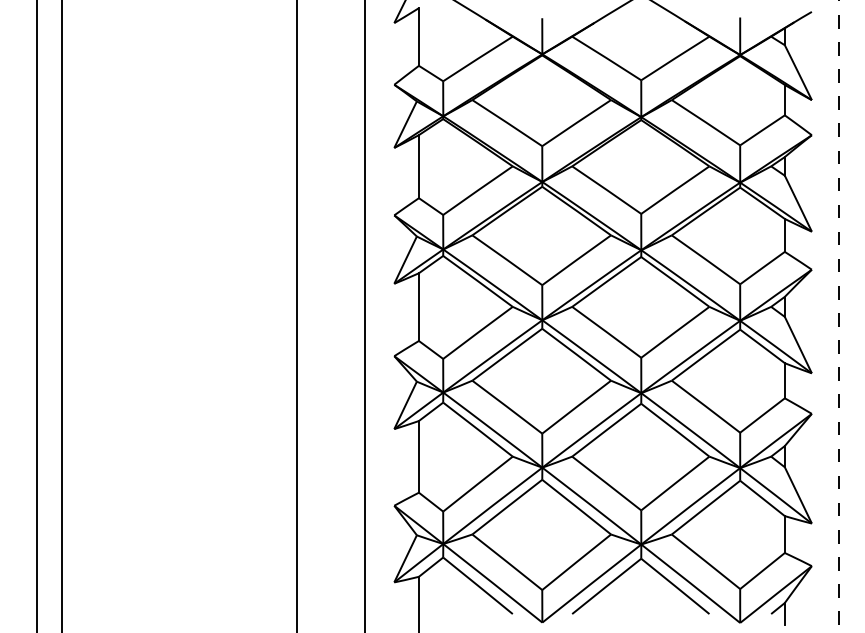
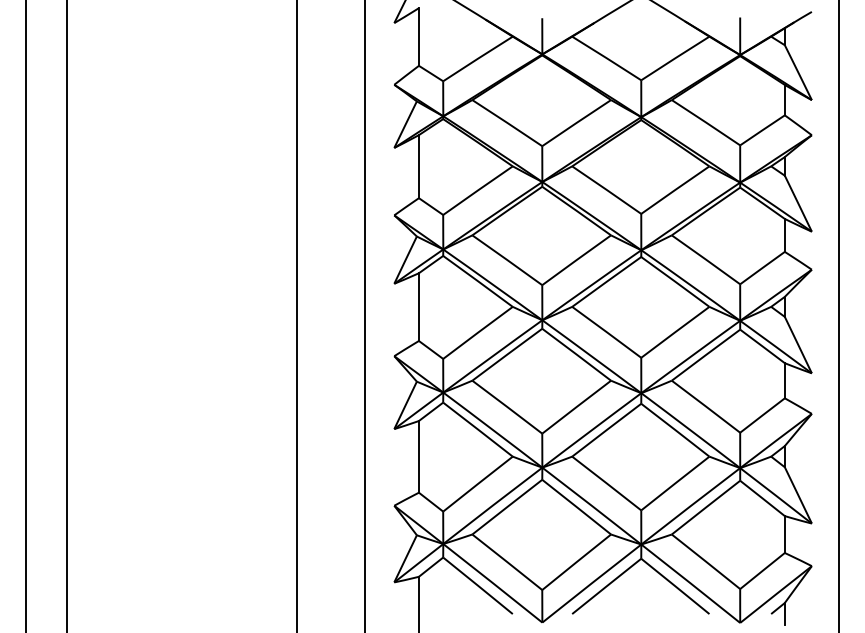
line at (36, 315) position: (36, 315) -> (25, 315)
line at (61, 315) position: (61, 315) -> (66, 315)
line at (839, 316): dashed -> solid
